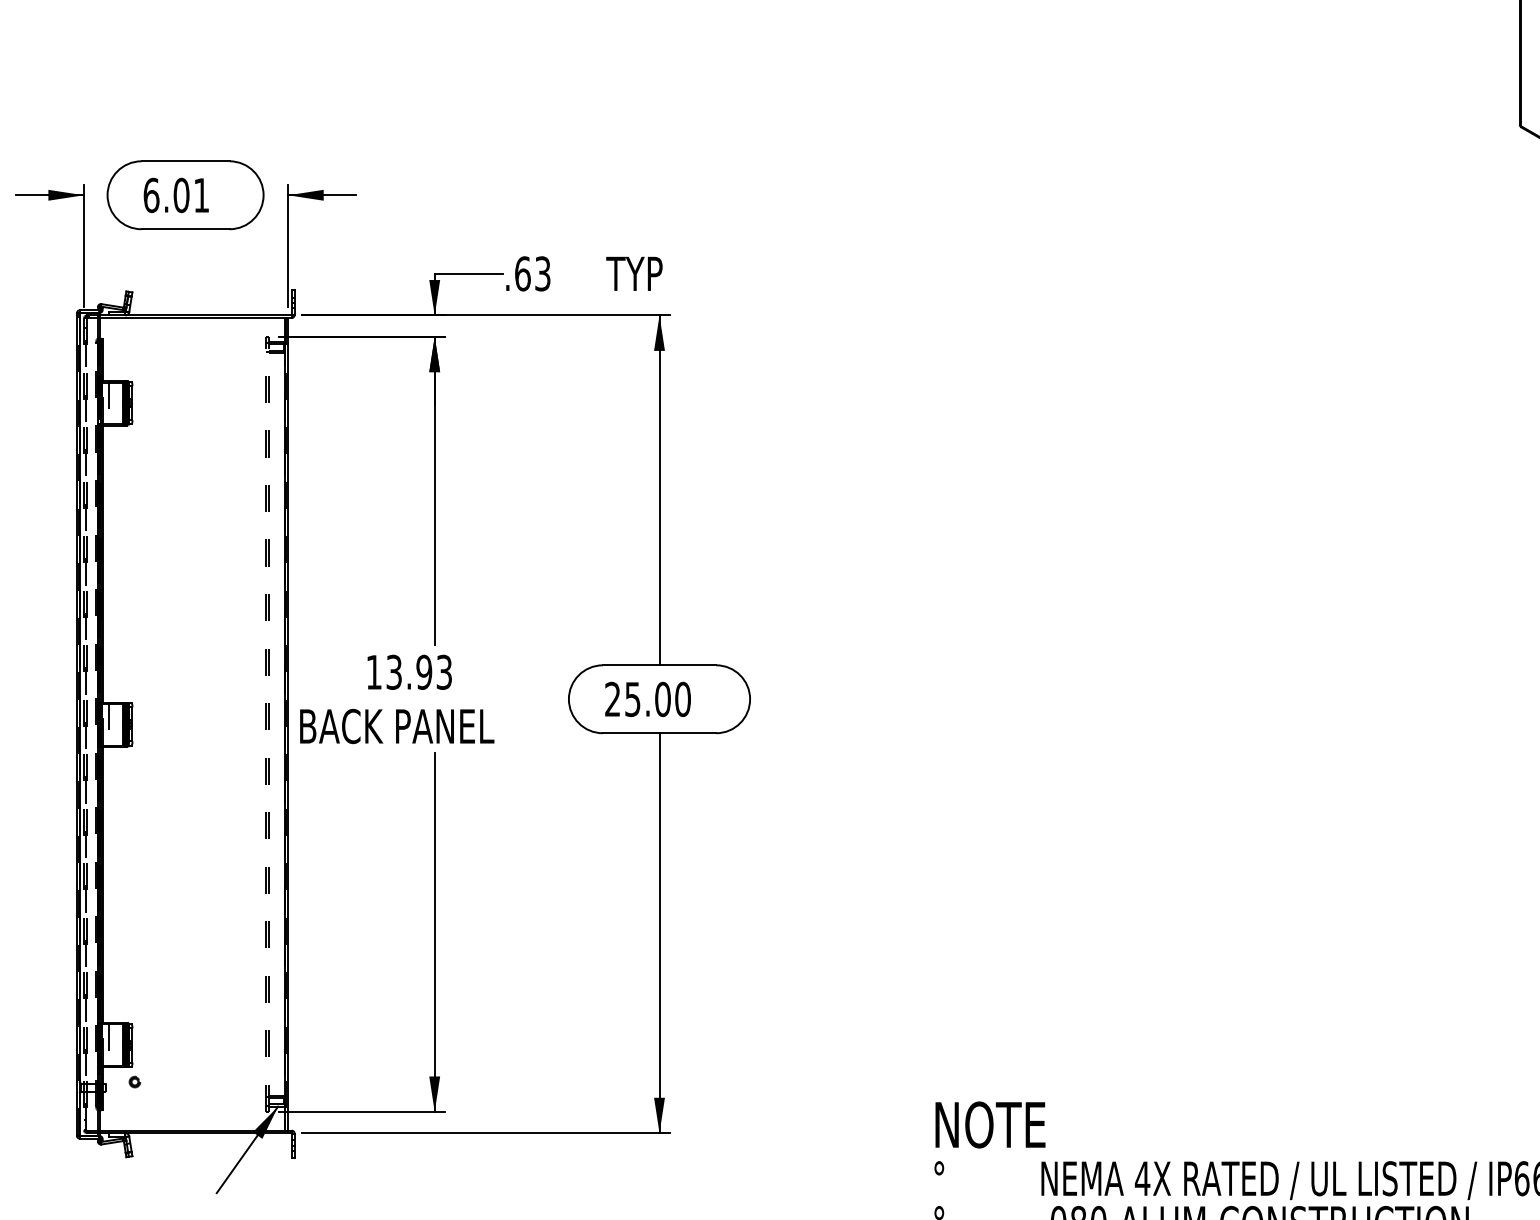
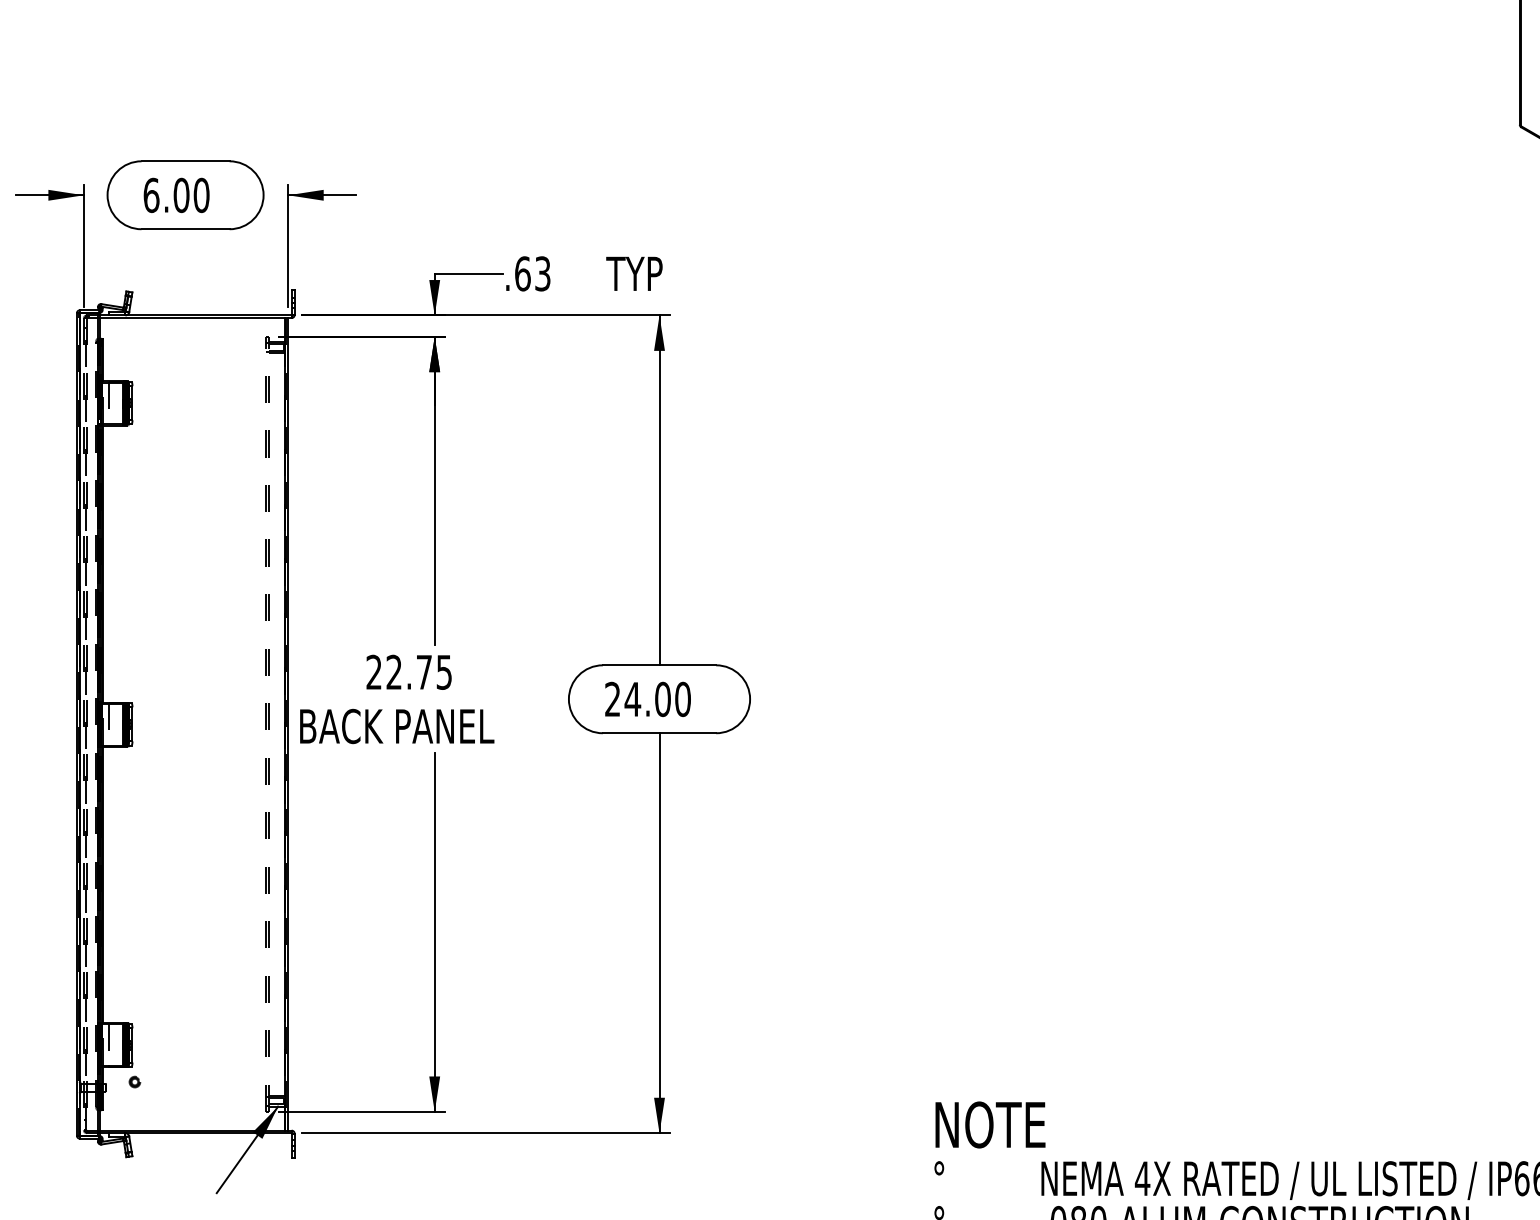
text at (201, 195): 6.01 -> 6.00
text at (408, 671): 13.93 -> 22.75
text at (632, 699): 25.00 -> 24.00
